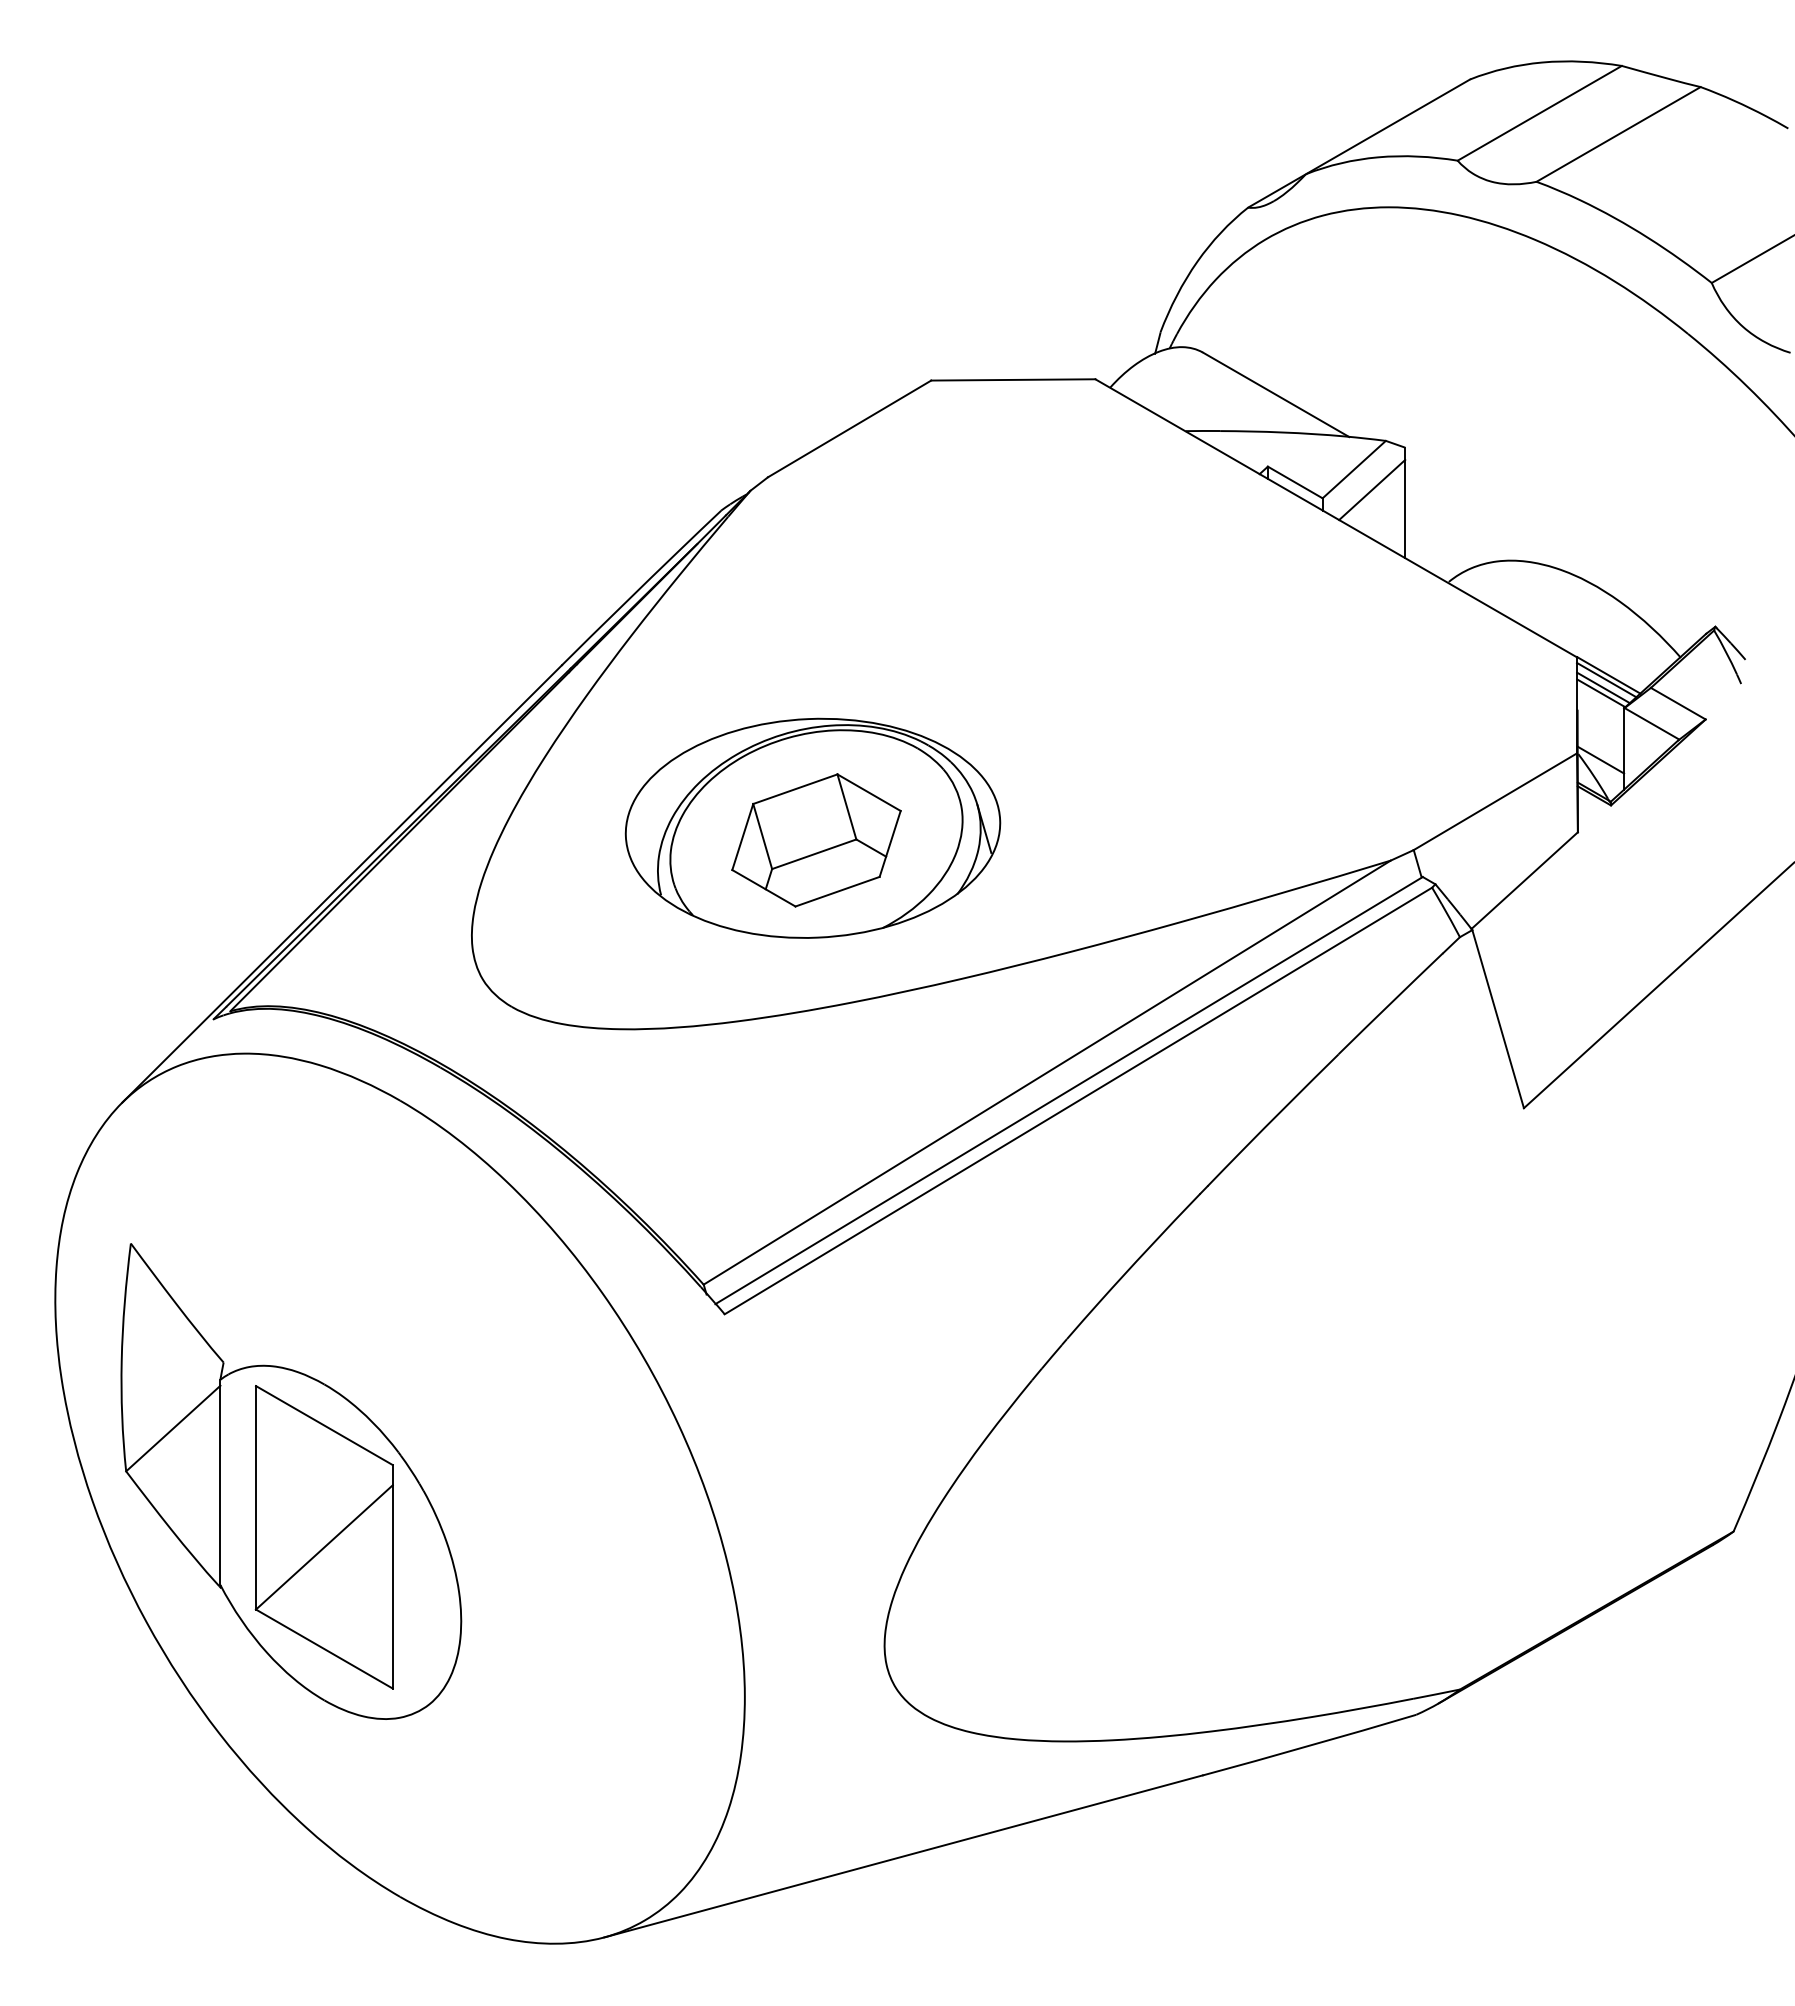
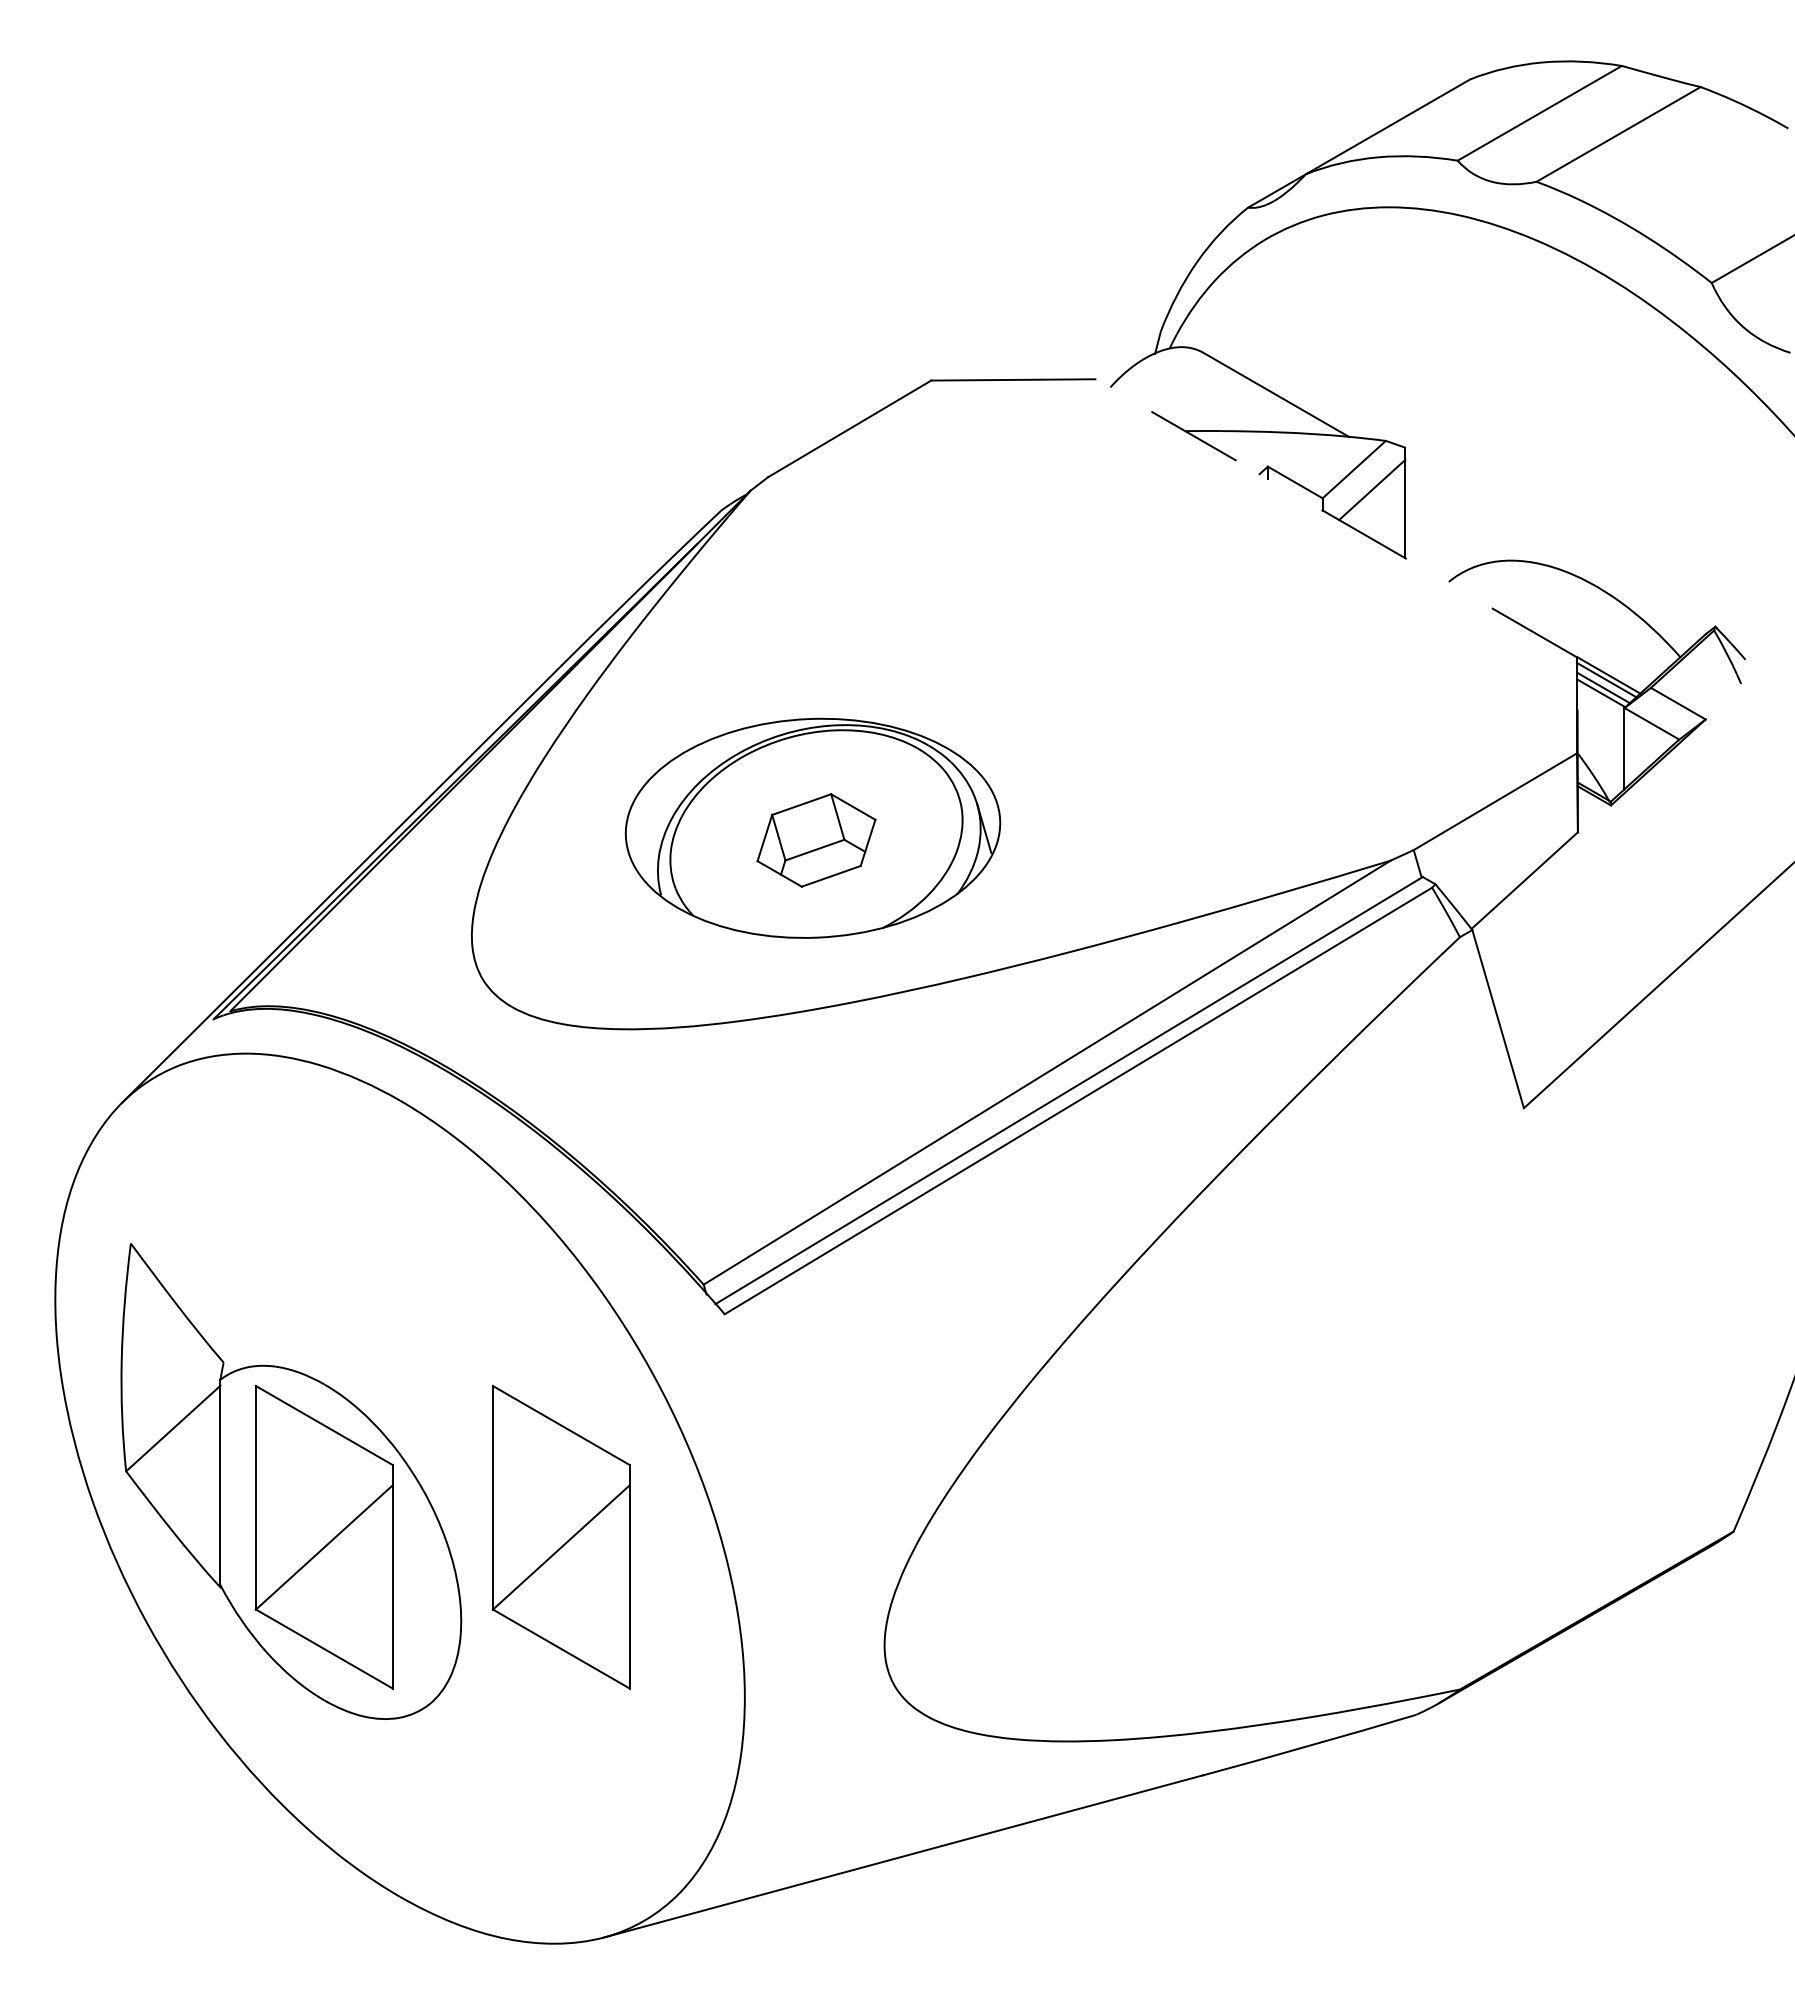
line at (1335, 518): solid -> dashed
line at (1600, 759): present -> none
part at (816, 840) size: 171x135 px -> 121x95 px
part at (560, 1537): none -> present
